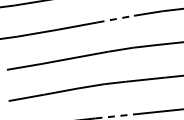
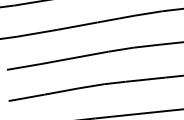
line at (115, 19): dashed -> solid
line at (116, 116): dashed -> solid
